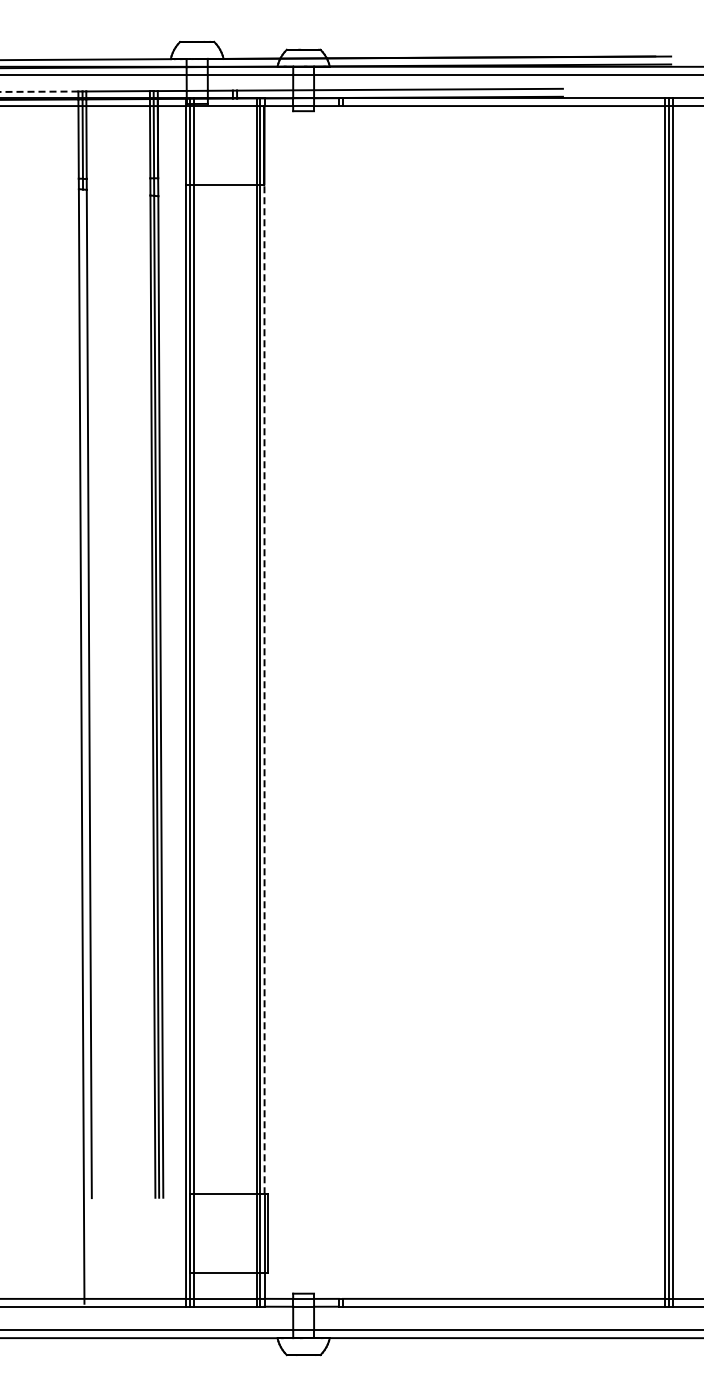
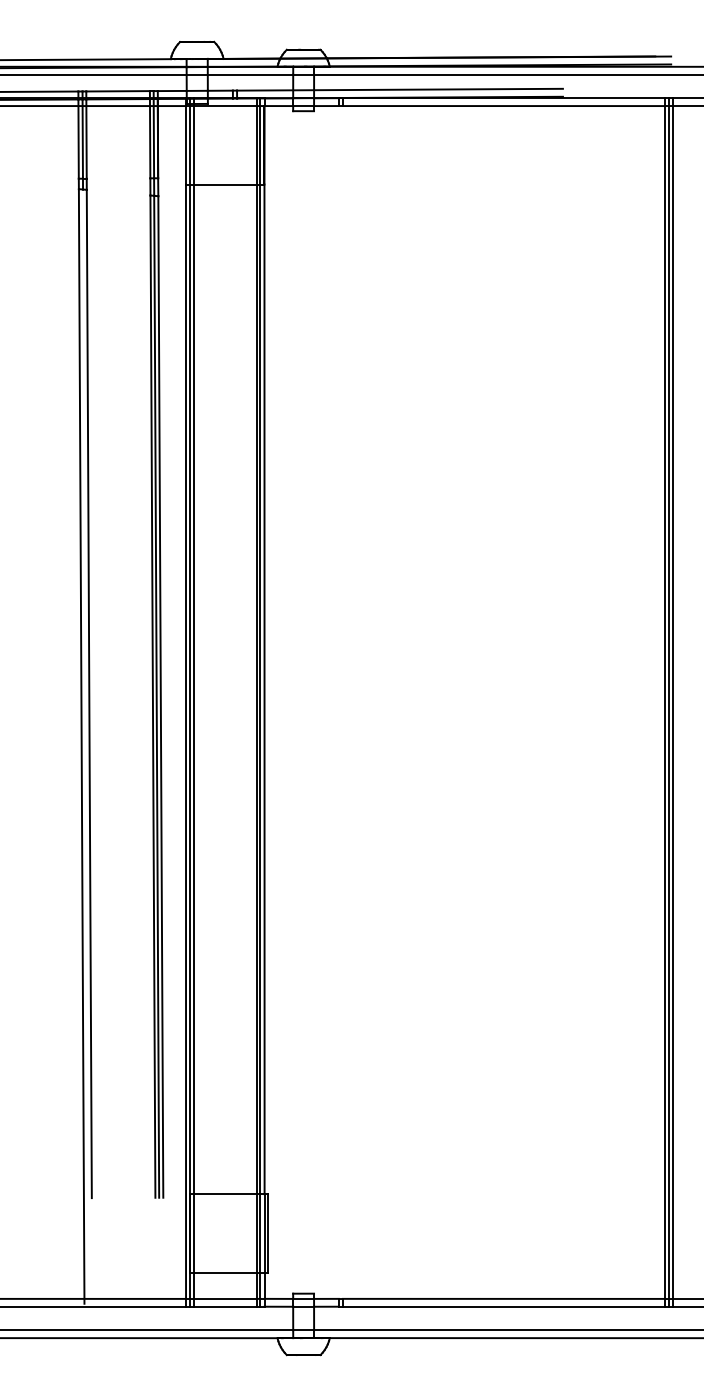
line at (39, 91): dashed -> solid
line at (264, 689): dashed -> solid
